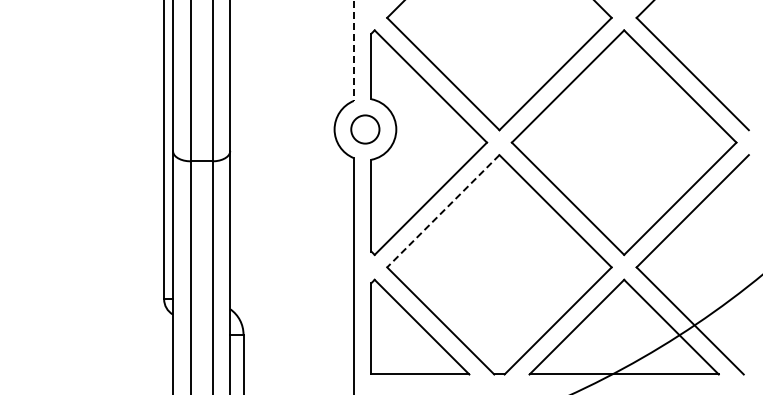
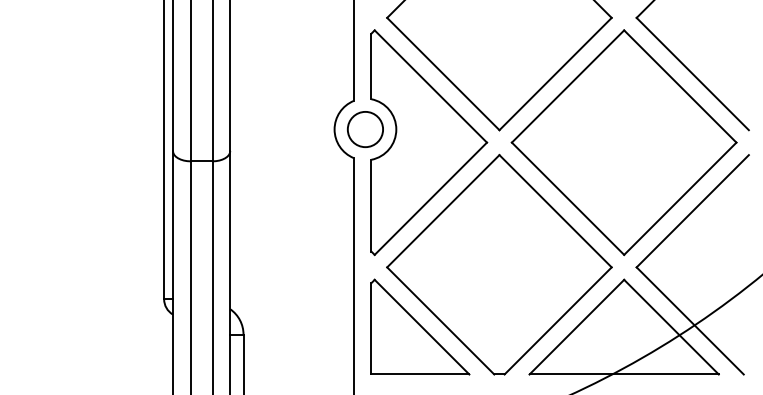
line at (353, 51): dashed -> solid
circle at (365, 129) size: 31x31 px -> 38x37 px
line at (442, 211): dashed -> solid
